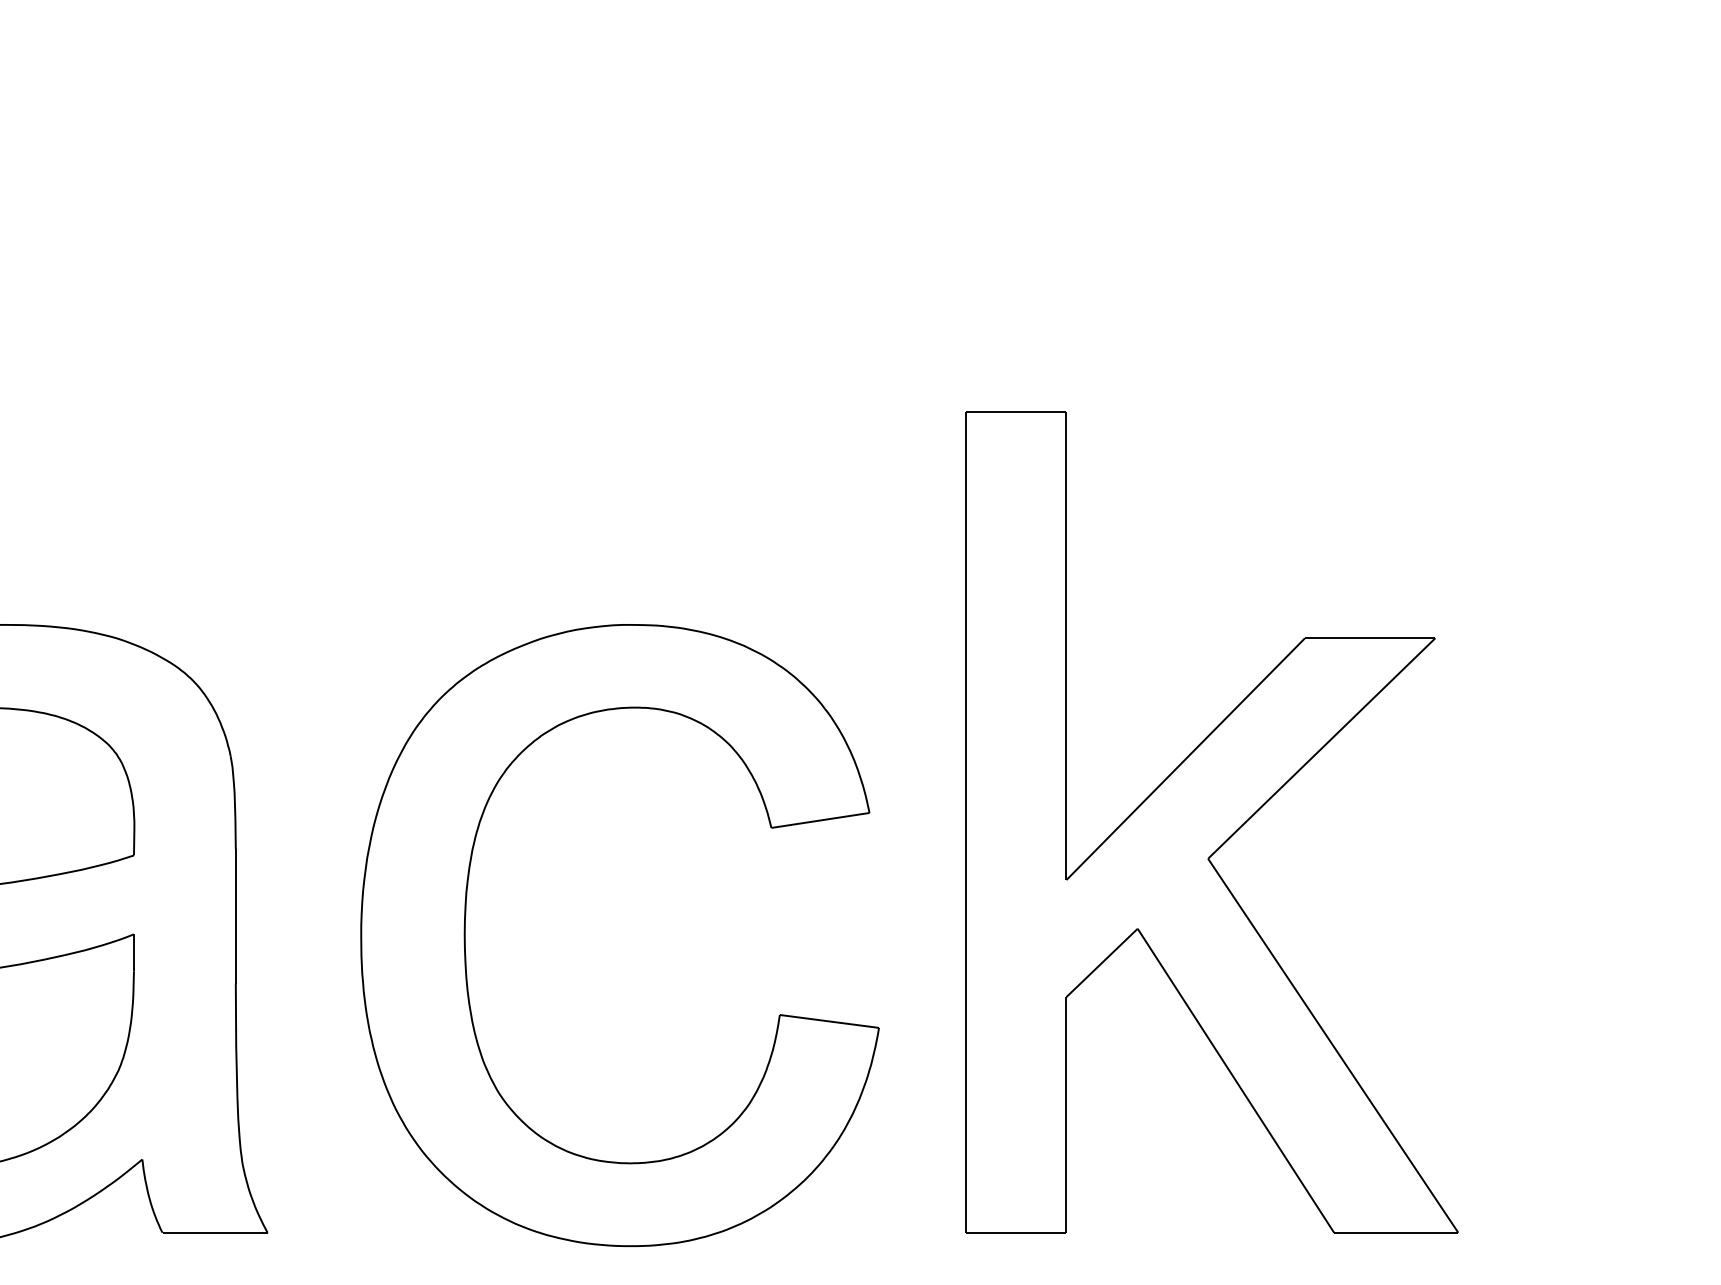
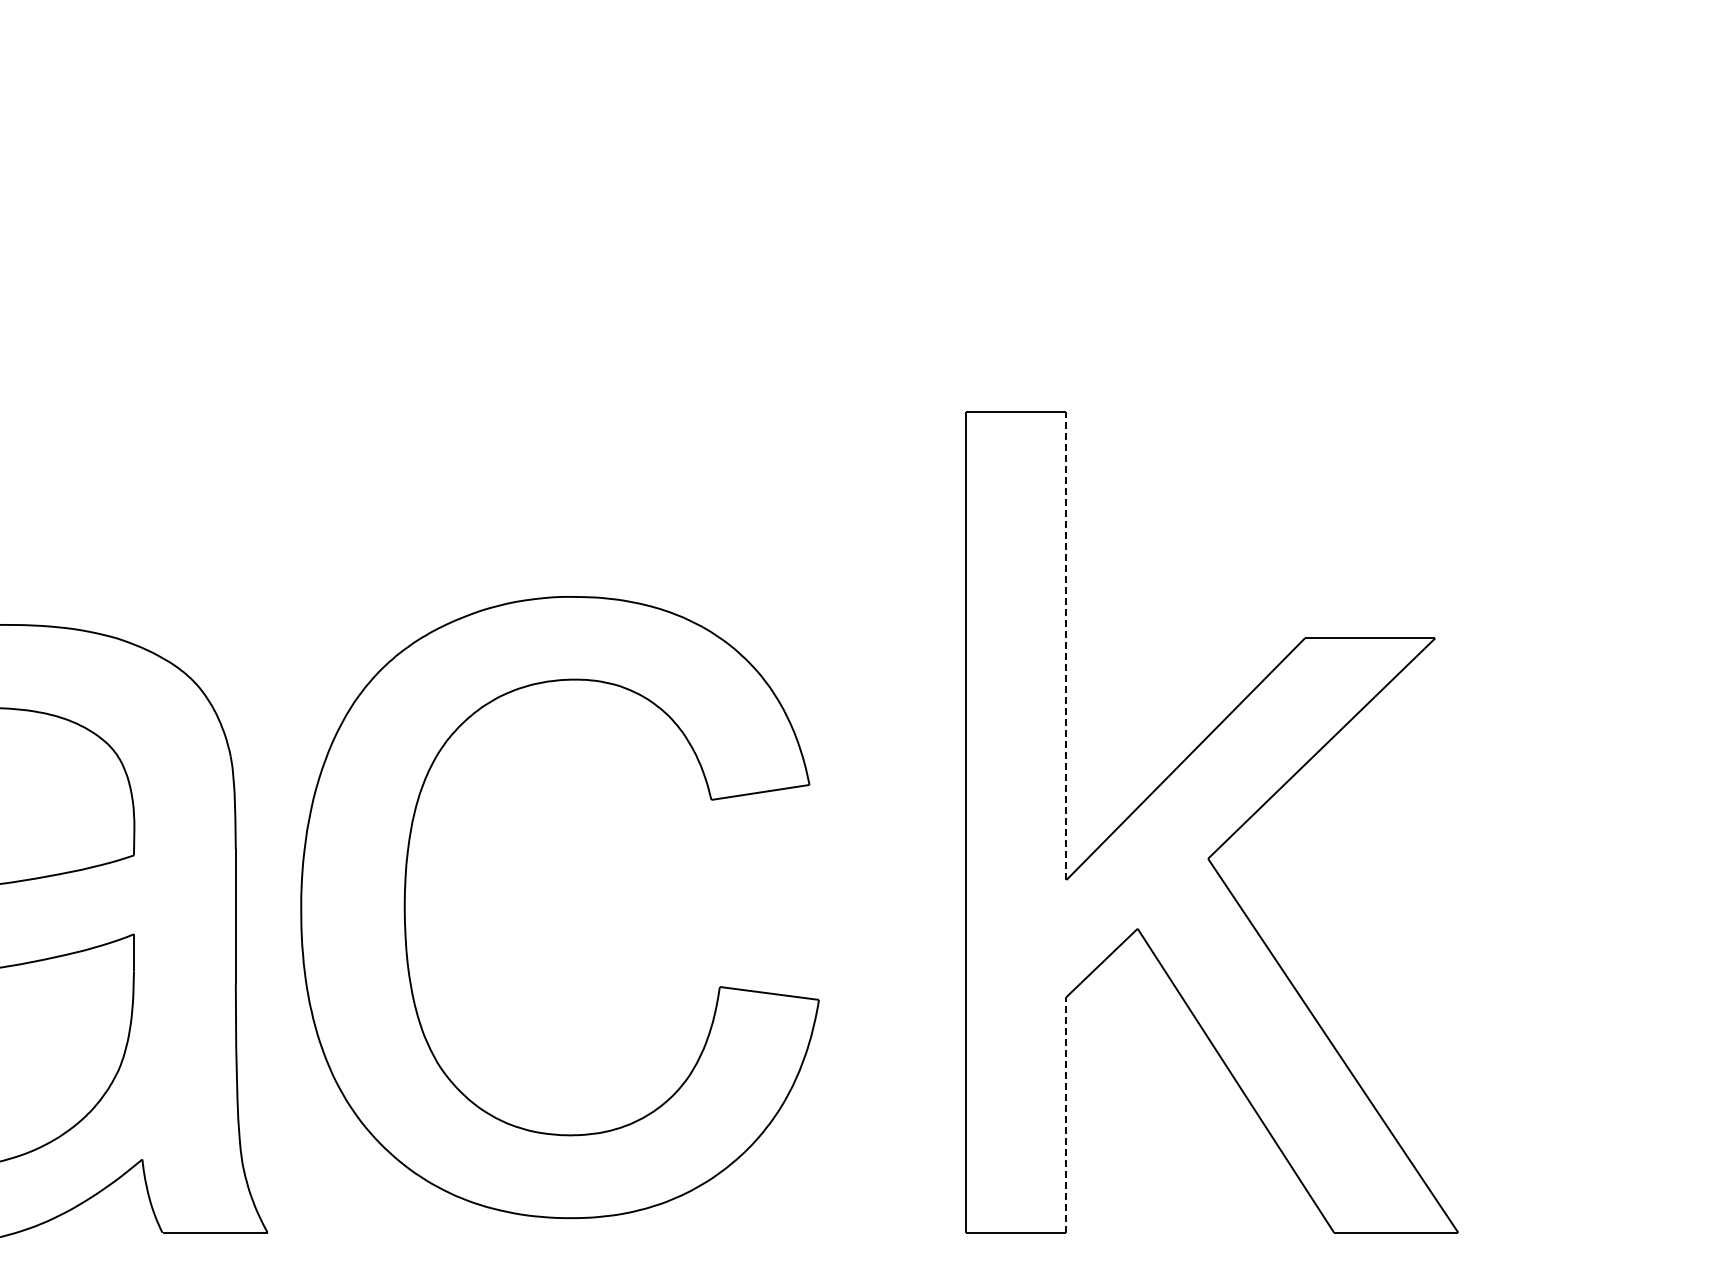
line at (1066, 645): solid -> dashed
part at (465, 935) position: (465, 935) -> (405, 907)
line at (1066, 1114): solid -> dashed
